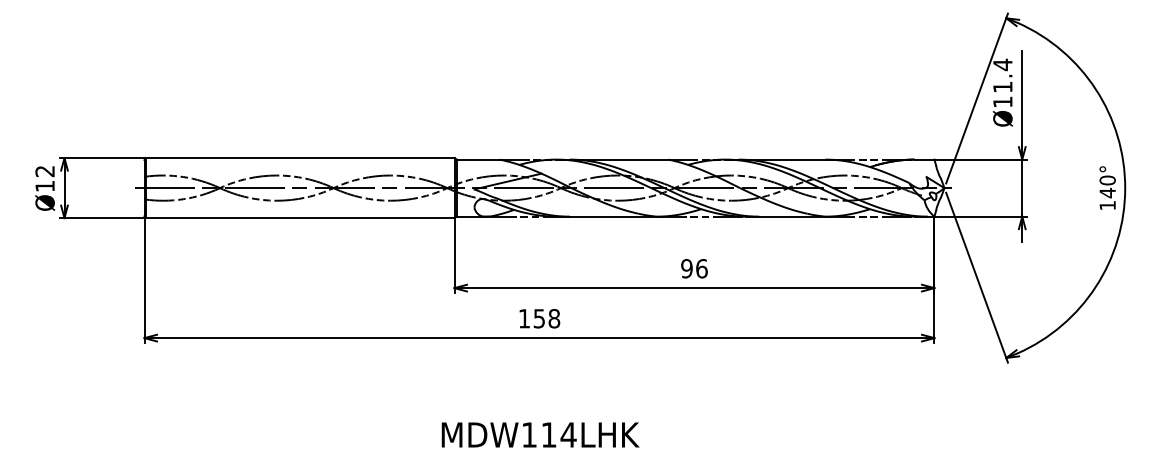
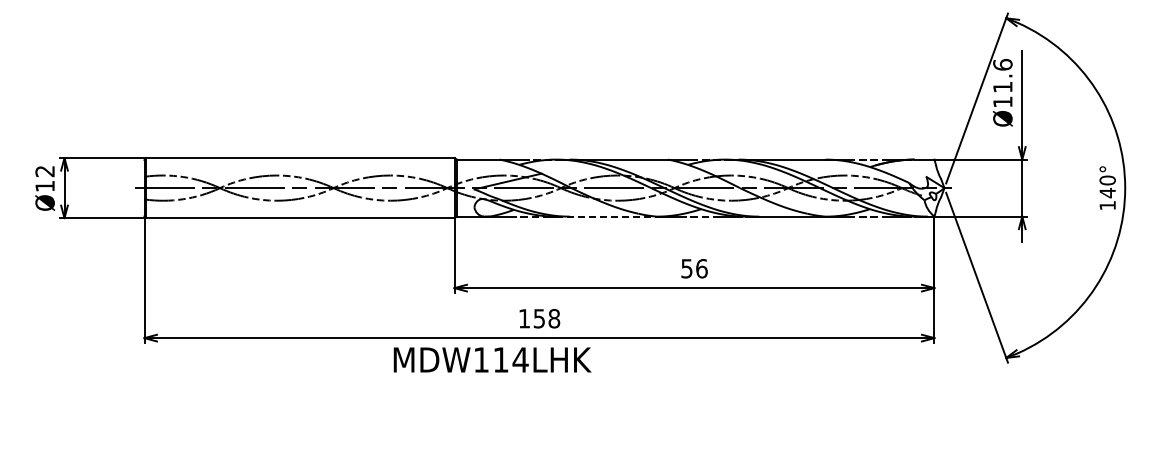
text at (1002, 64): Ø11.4 -> Ø11.6
line at (607, 216): solid -> dashed
text at (686, 268): 96 -> 56
text at (540, 434) position: (540, 434) -> (492, 359)
